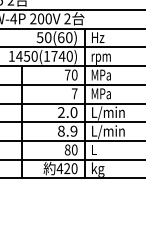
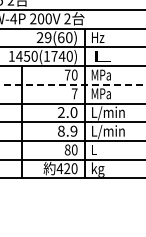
text at (43, 37): 50(60) -> 29(60)
text at (100, 57): rpm -> L
line at (73, 84): solid -> dashed
